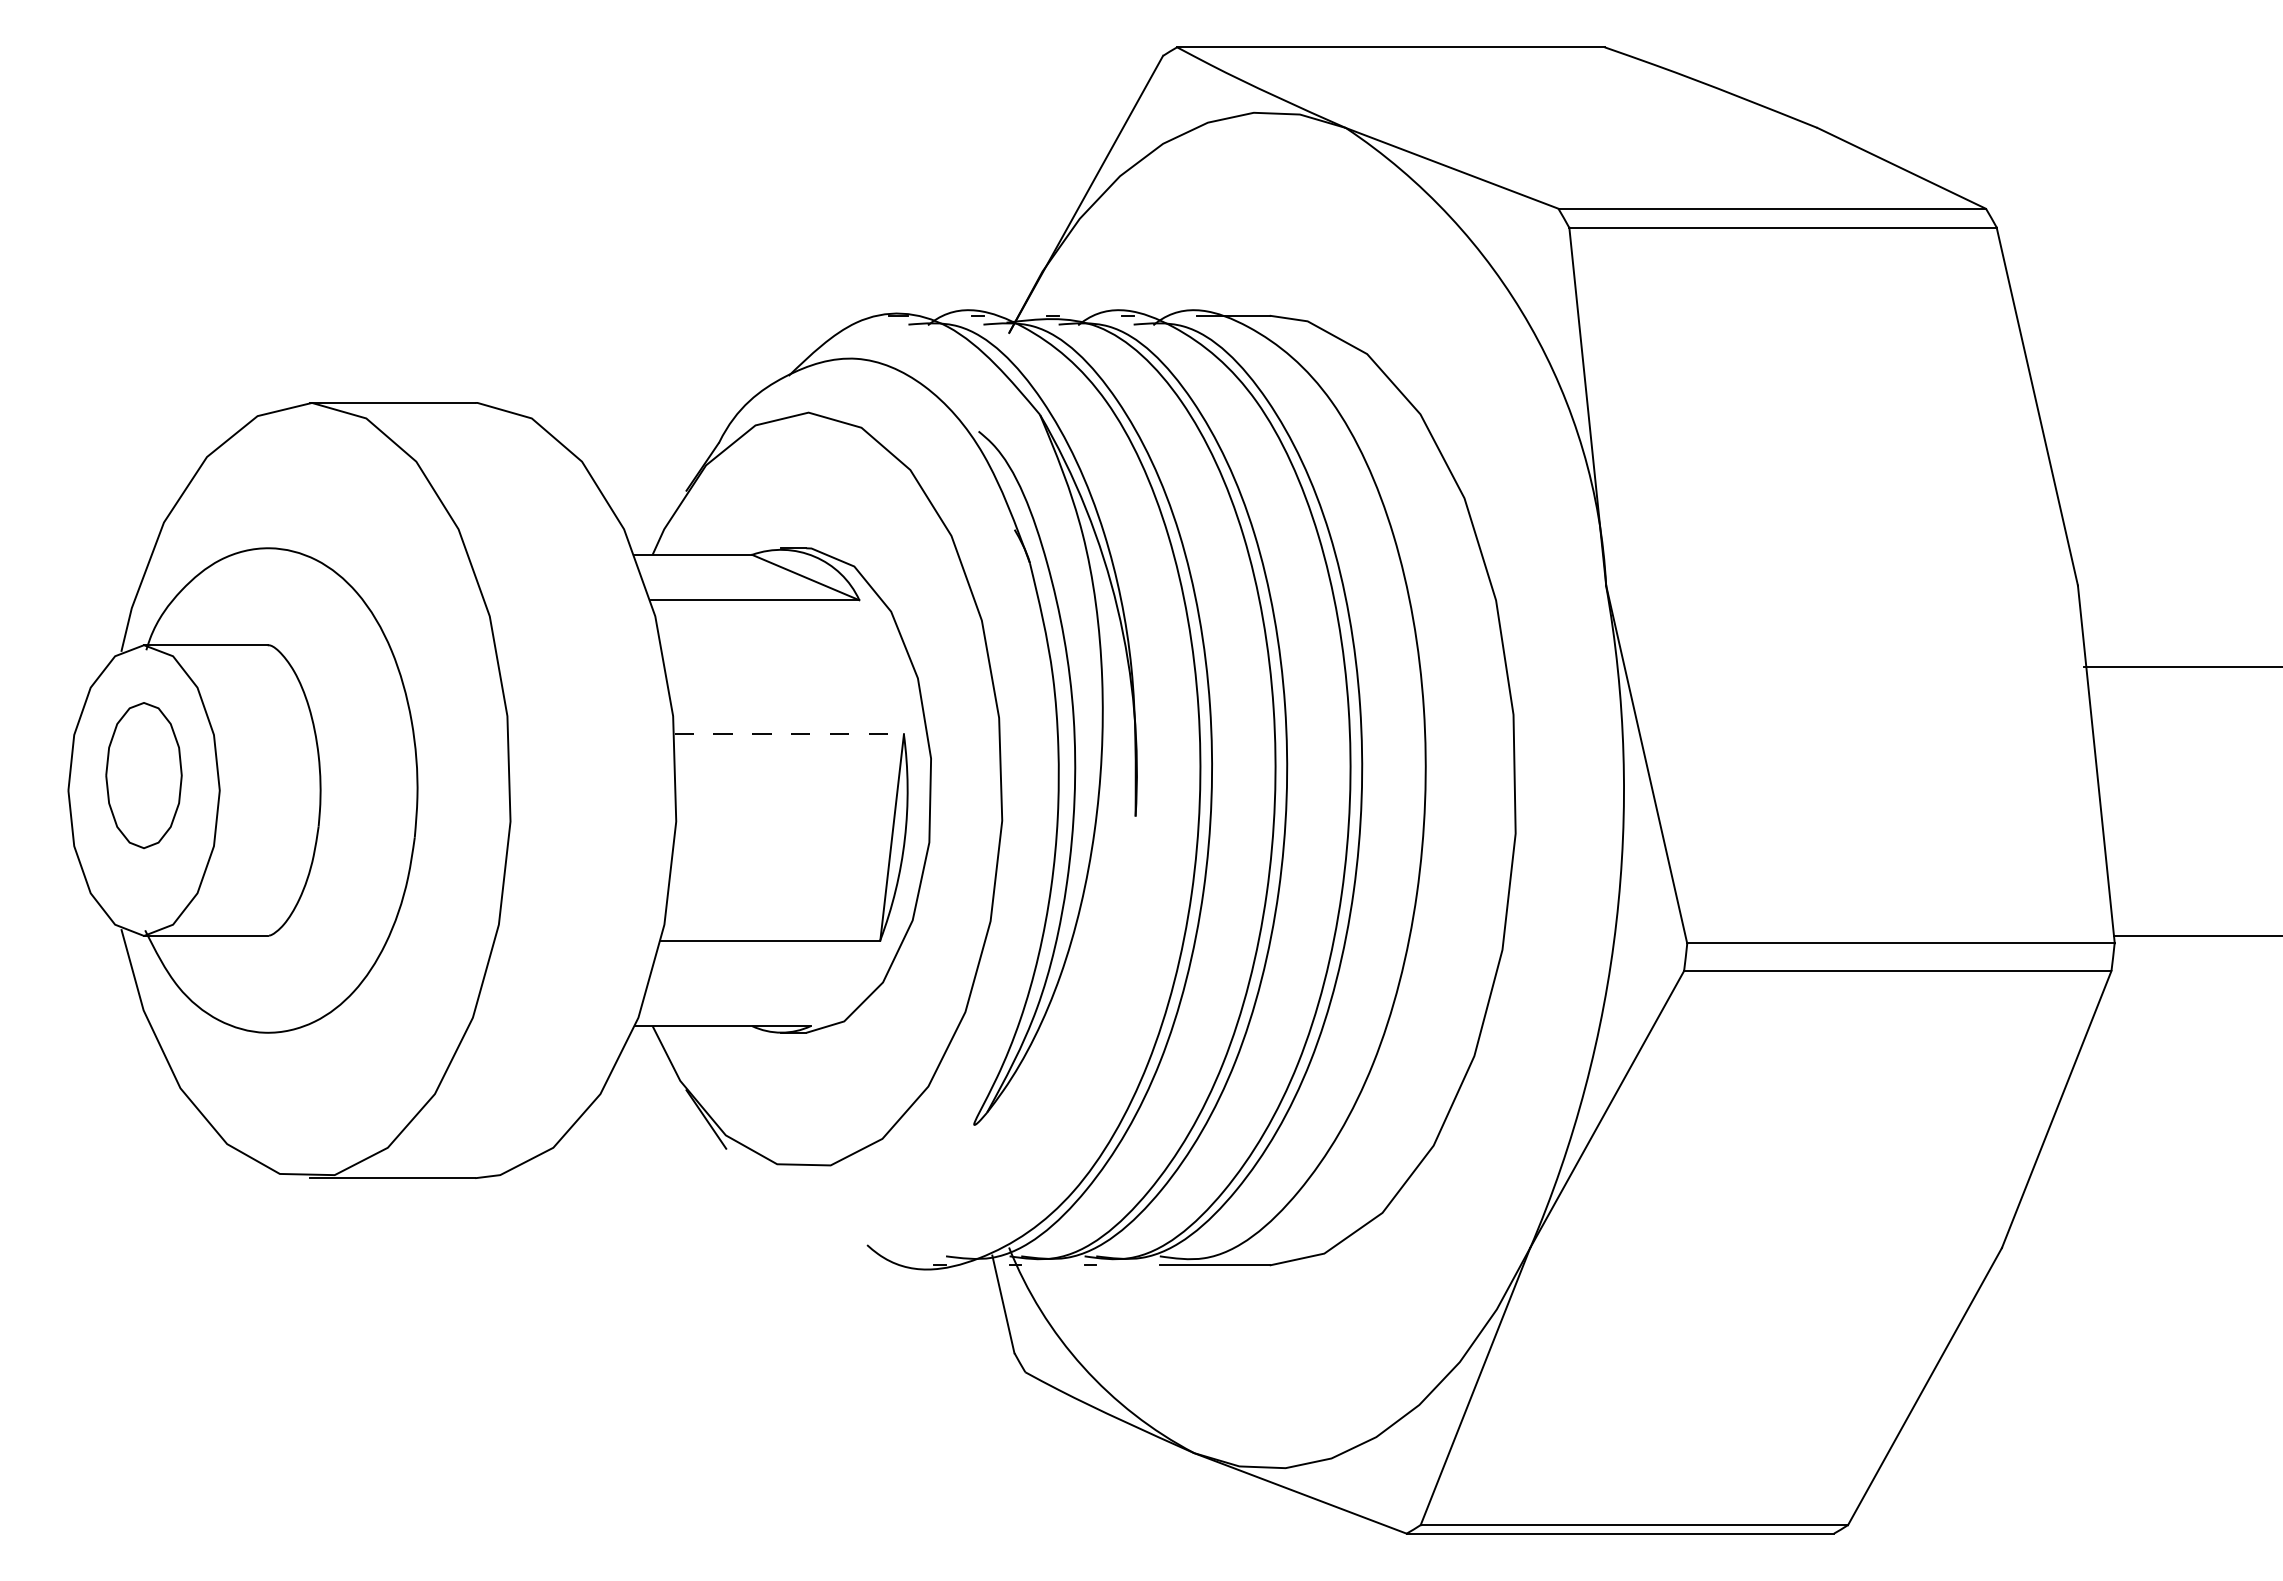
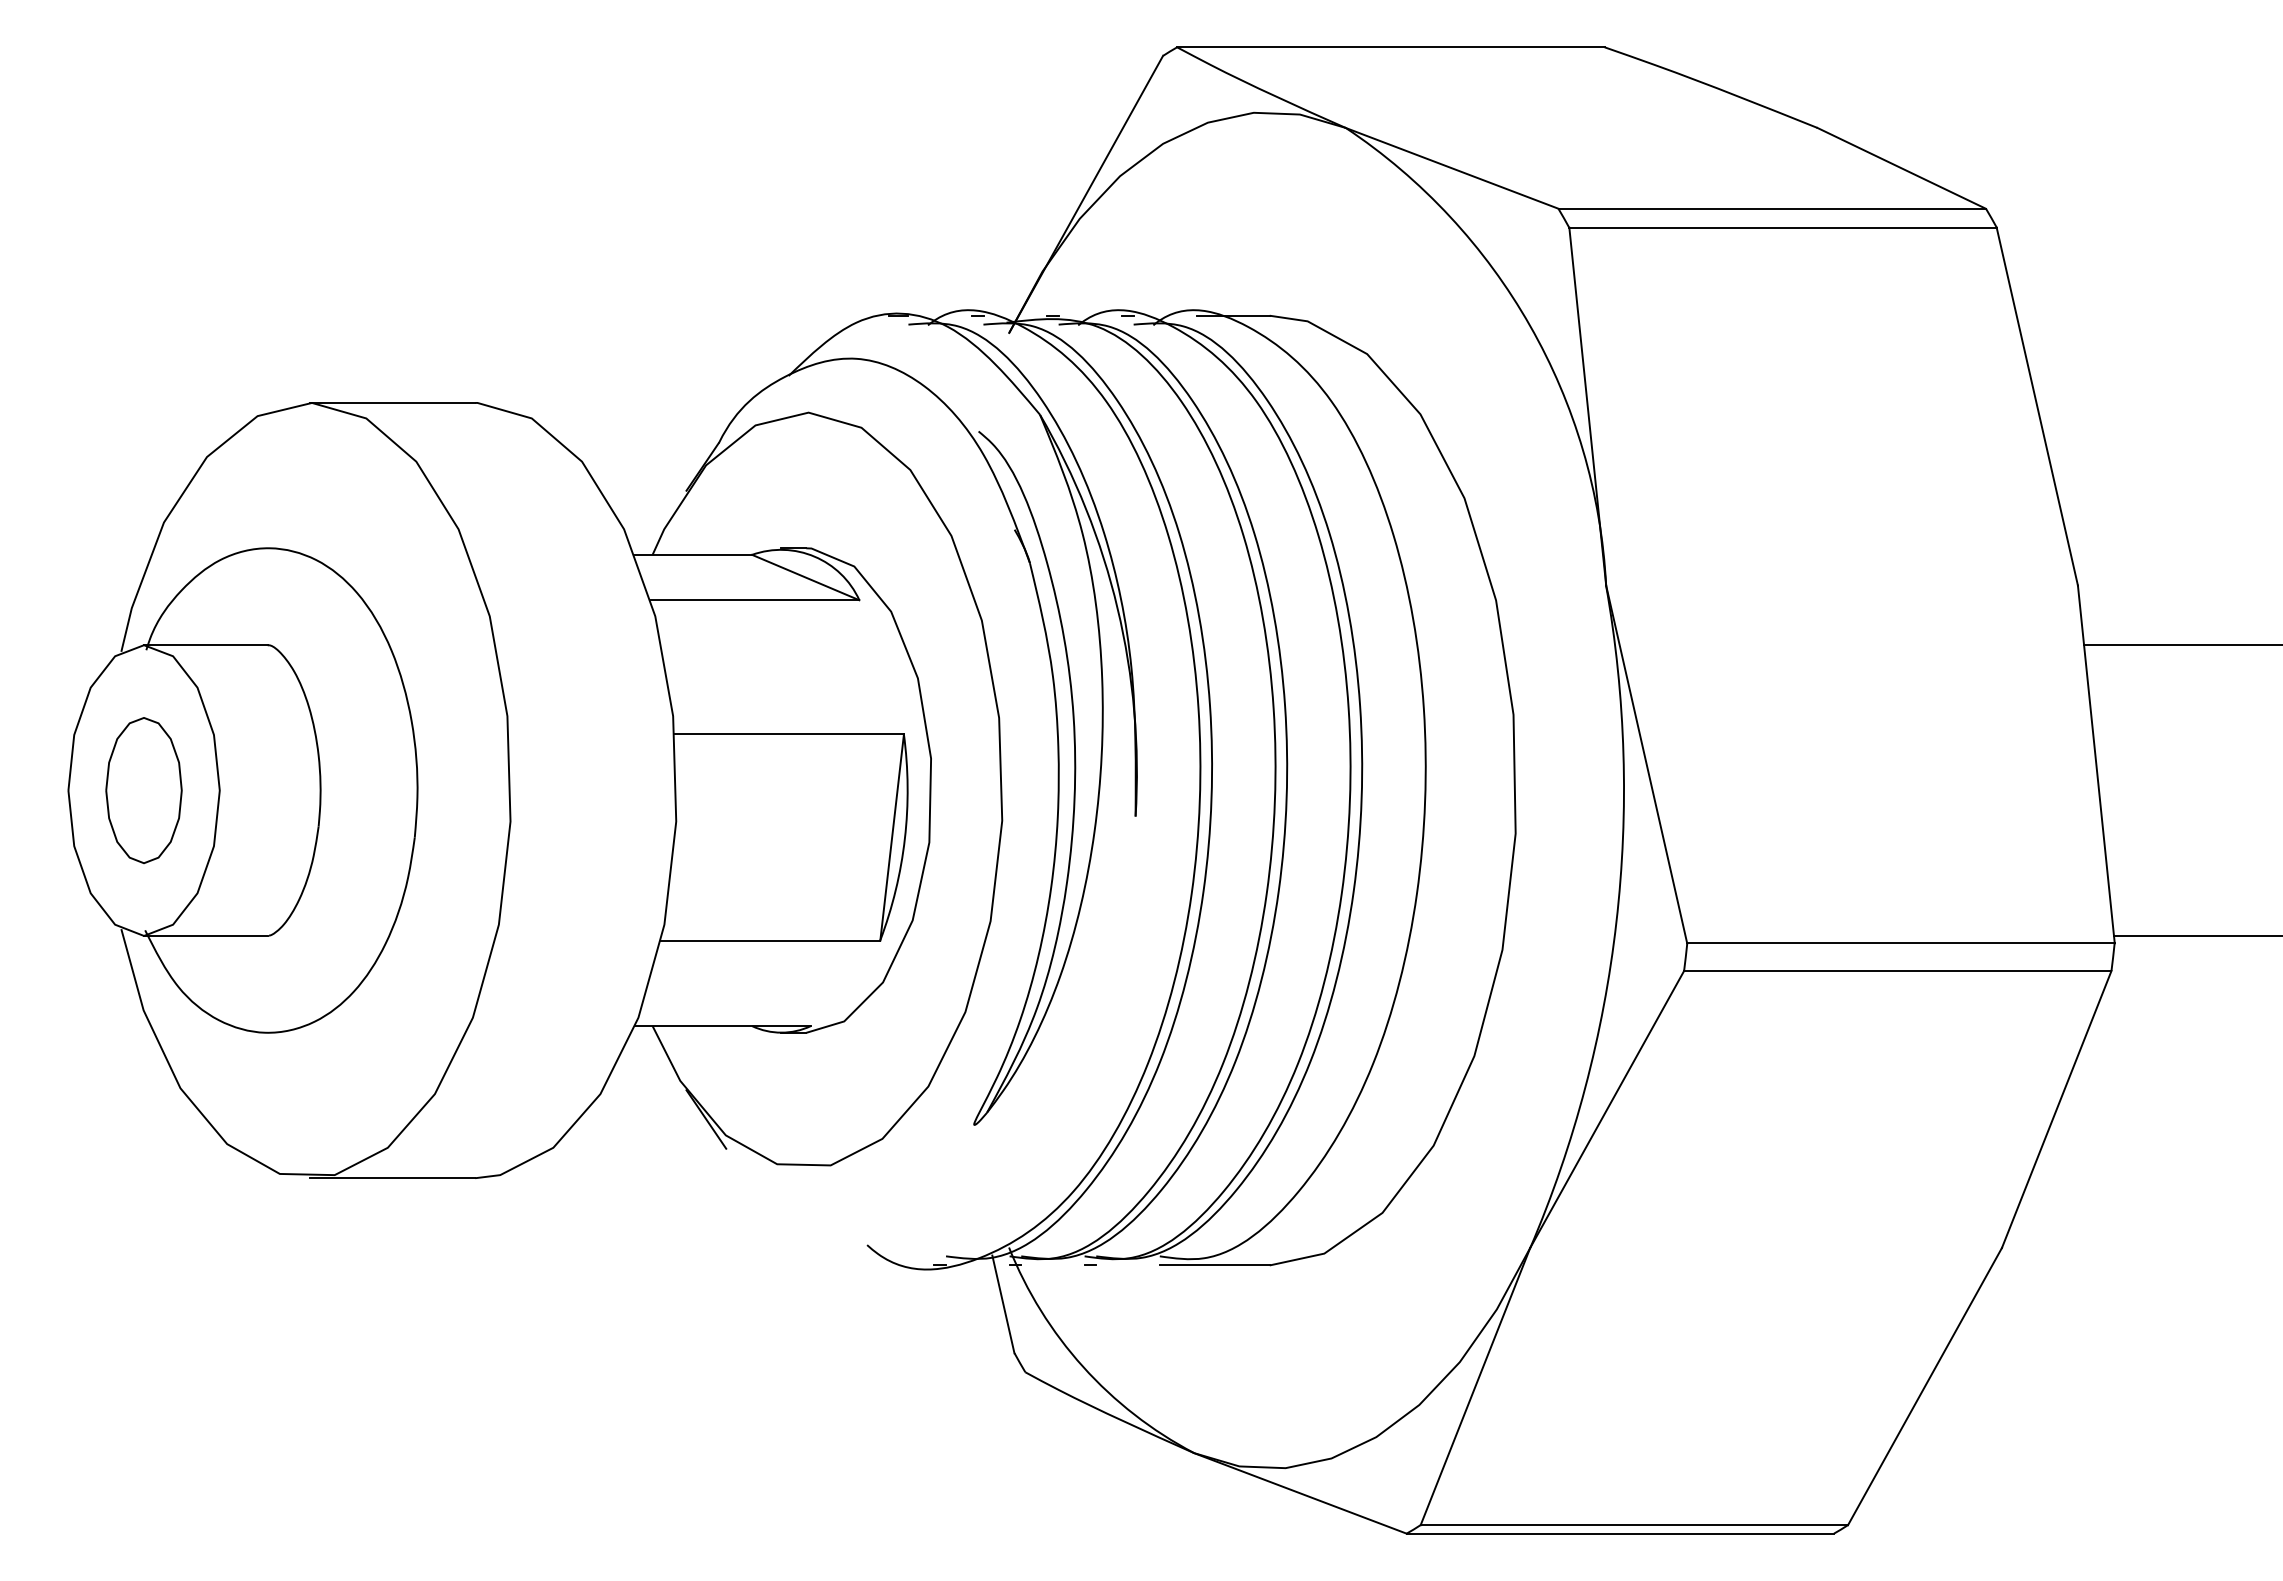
line at (2181, 667) position: (2181, 667) -> (2181, 645)
line at (789, 734): dashed -> solid
part at (143, 775) position: (143, 775) -> (143, 790)
